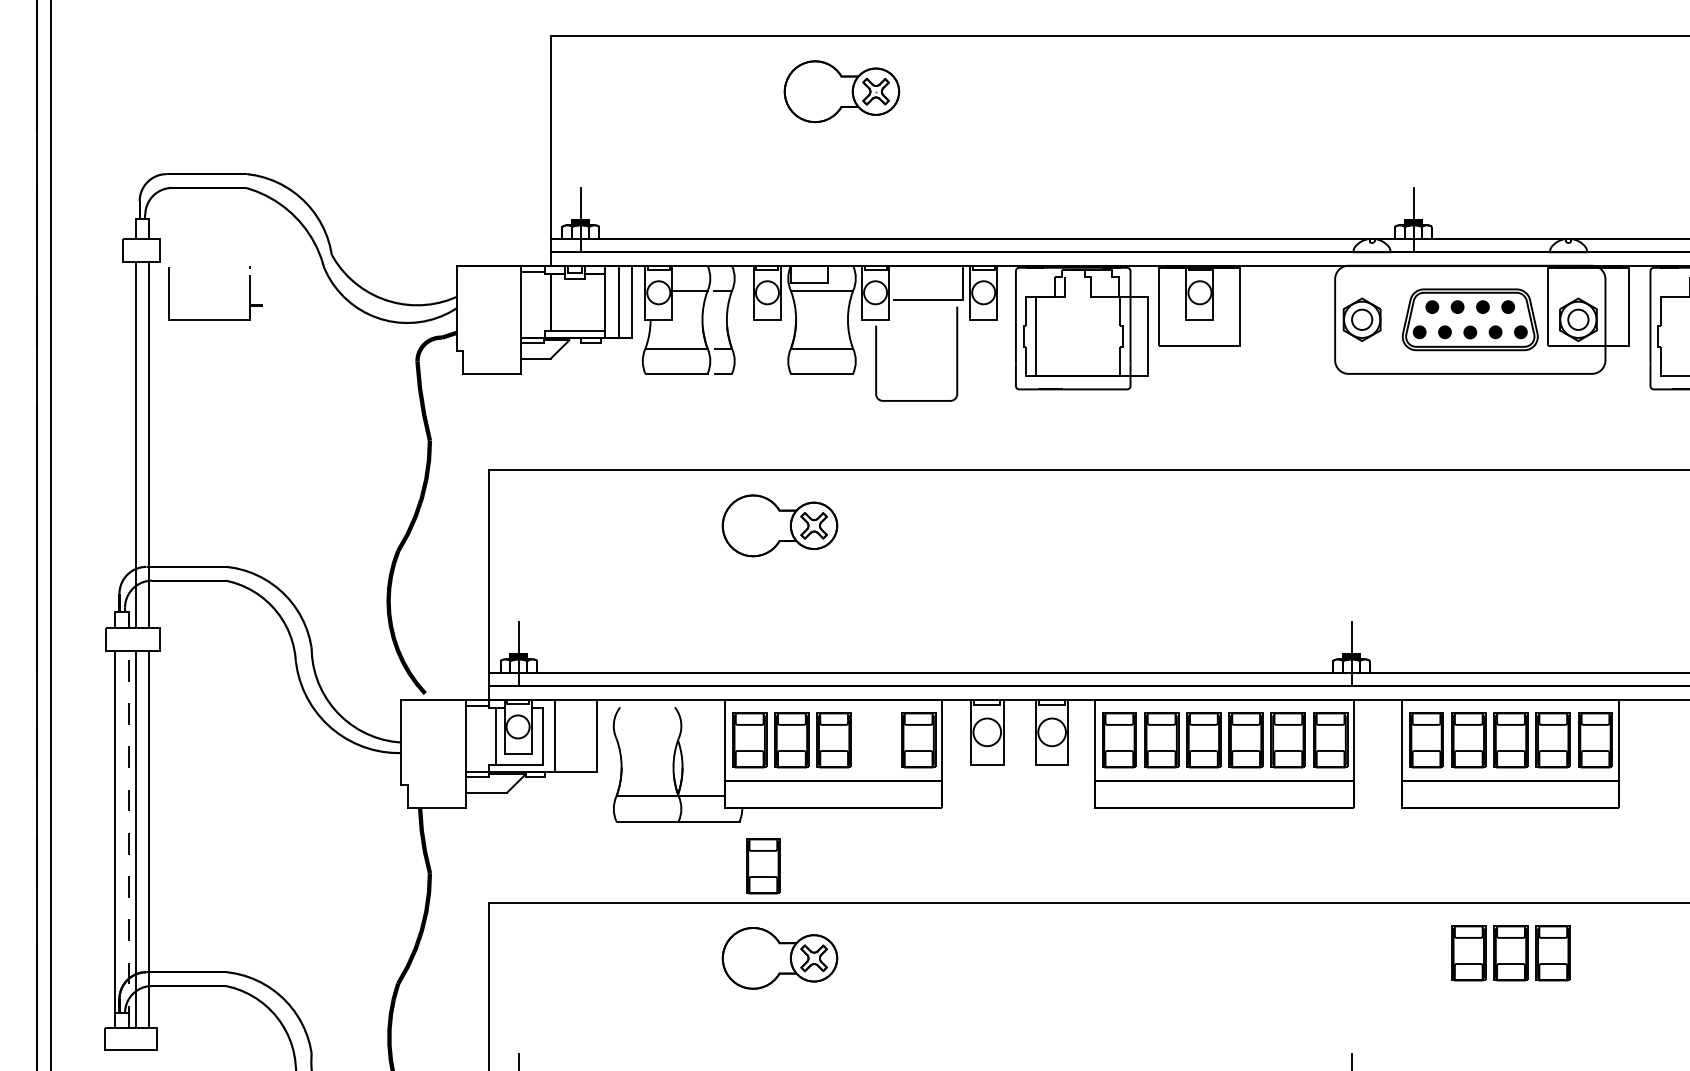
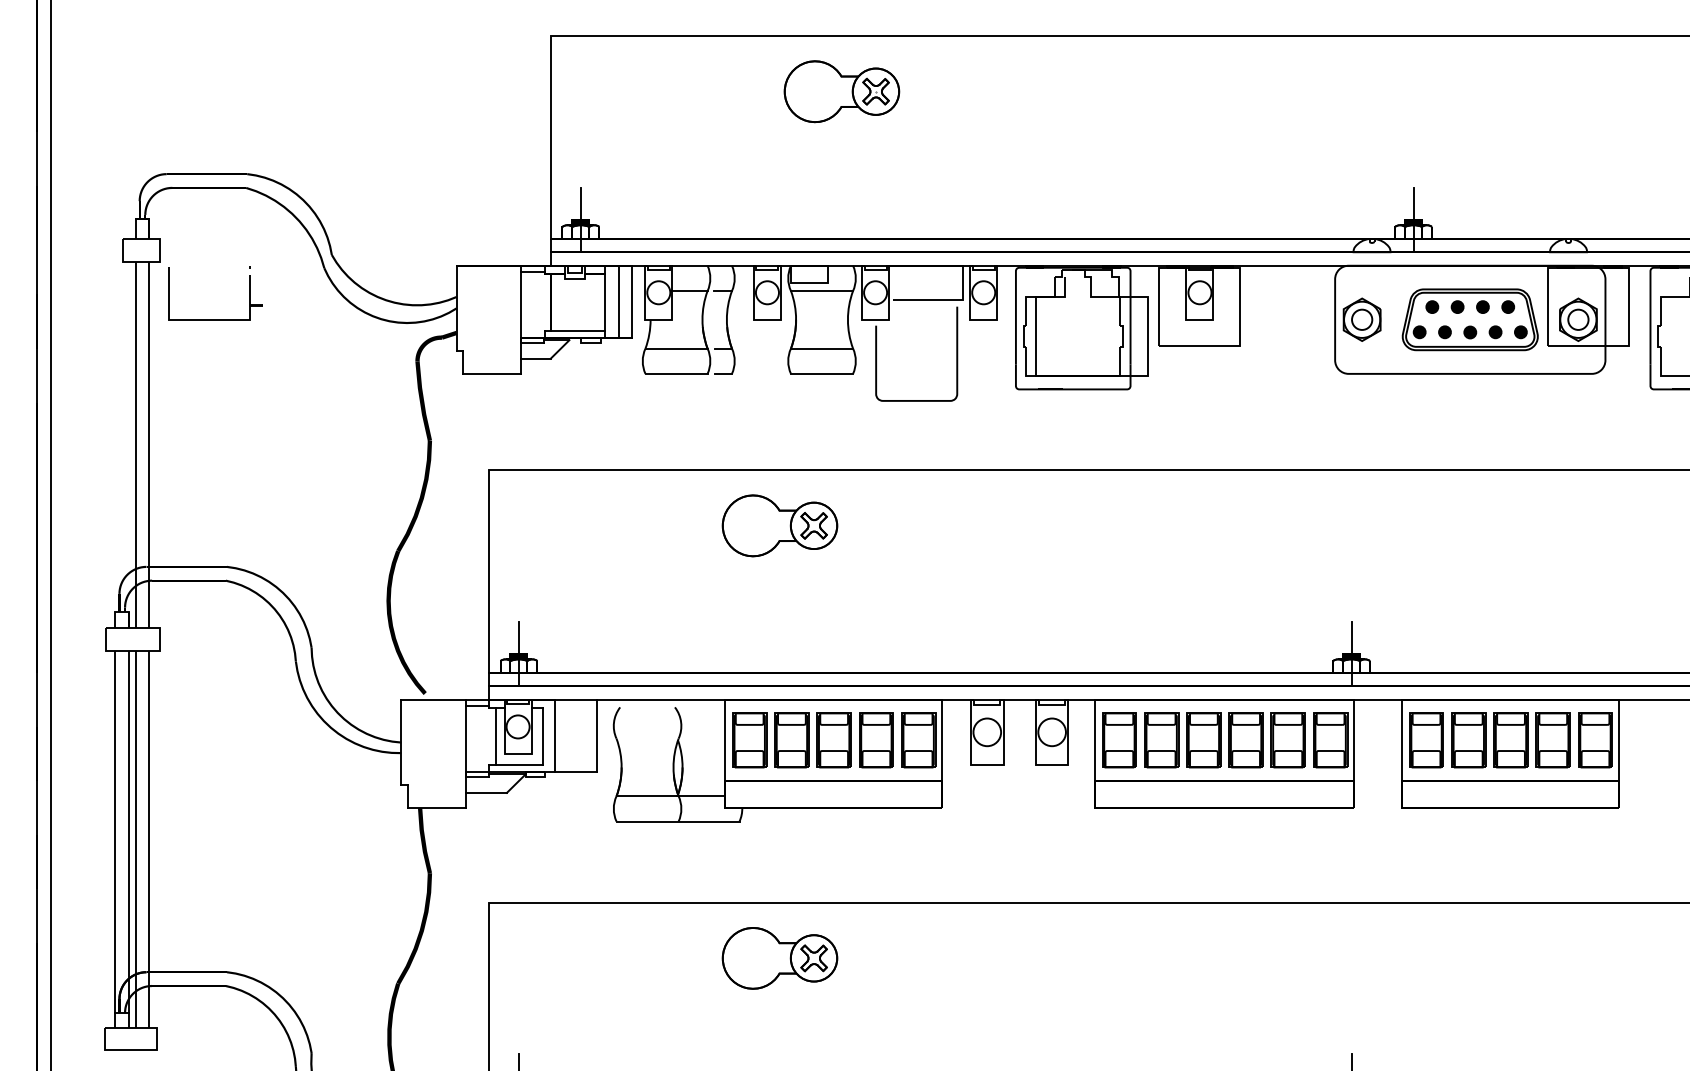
line at (128, 838): dashed -> solid
part at (763, 866) position: (763, 866) -> (876, 740)
part at (1510, 953): present -> none
